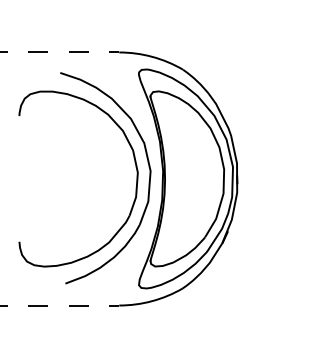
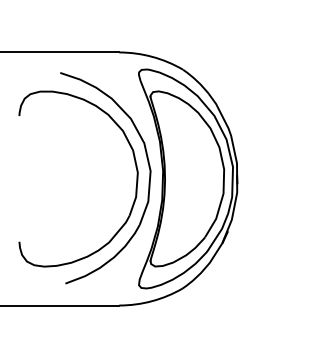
line at (60, 52): dashed -> solid
line at (60, 305): dashed -> solid
